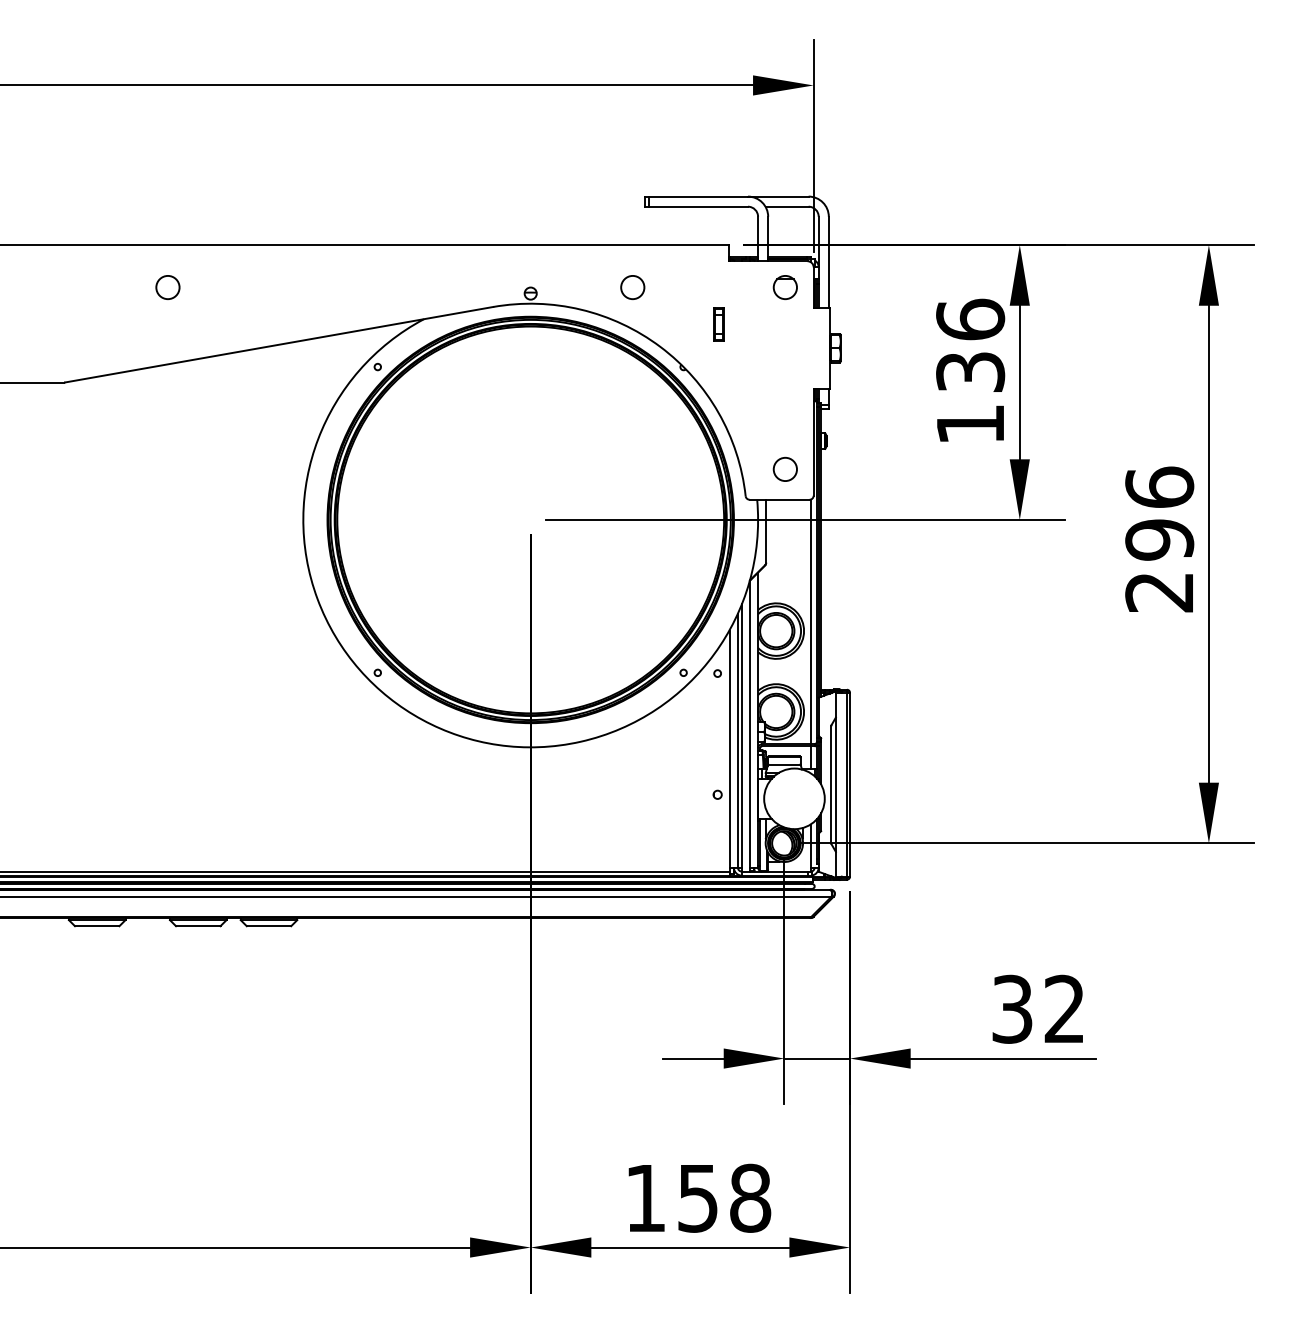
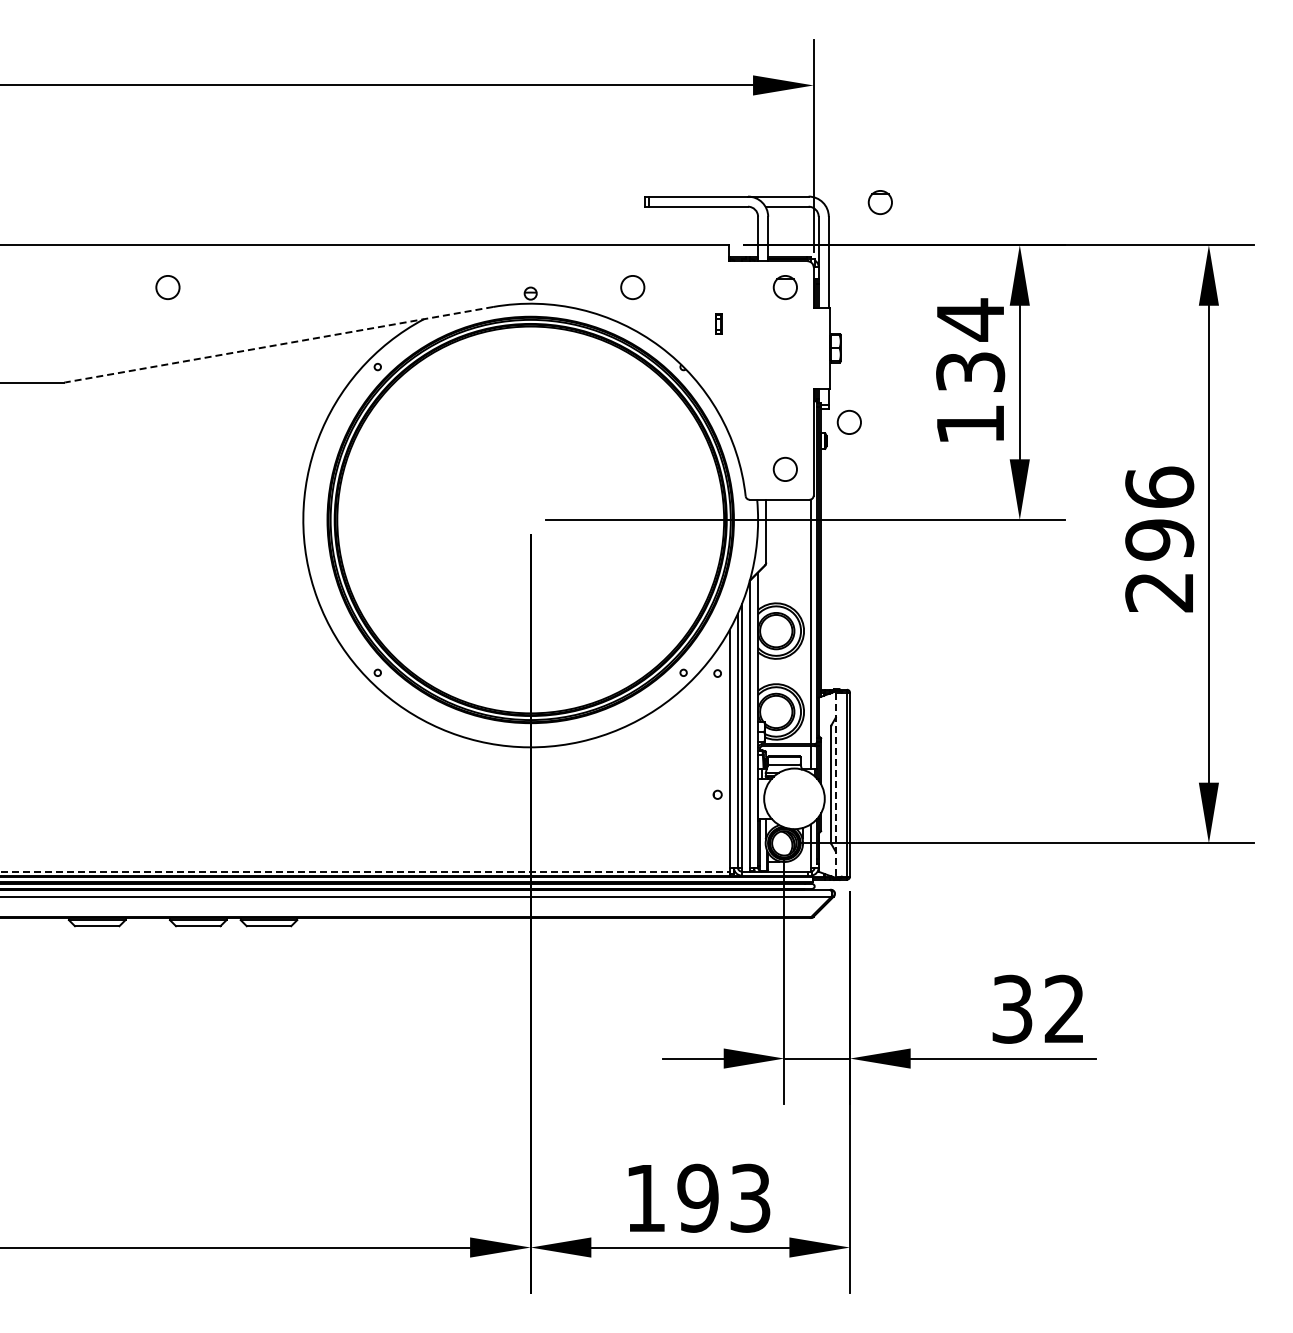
part at (879, 202): none -> present
text at (970, 319): 136 -> 134
part at (718, 324) size: 12x35 px -> 8x22 px
line at (278, 344): solid -> dashed
circle at (848, 421): none -> present
line at (835, 784): solid -> dashed
line at (365, 871): solid -> dashed
text at (724, 1197): 158 -> 193
